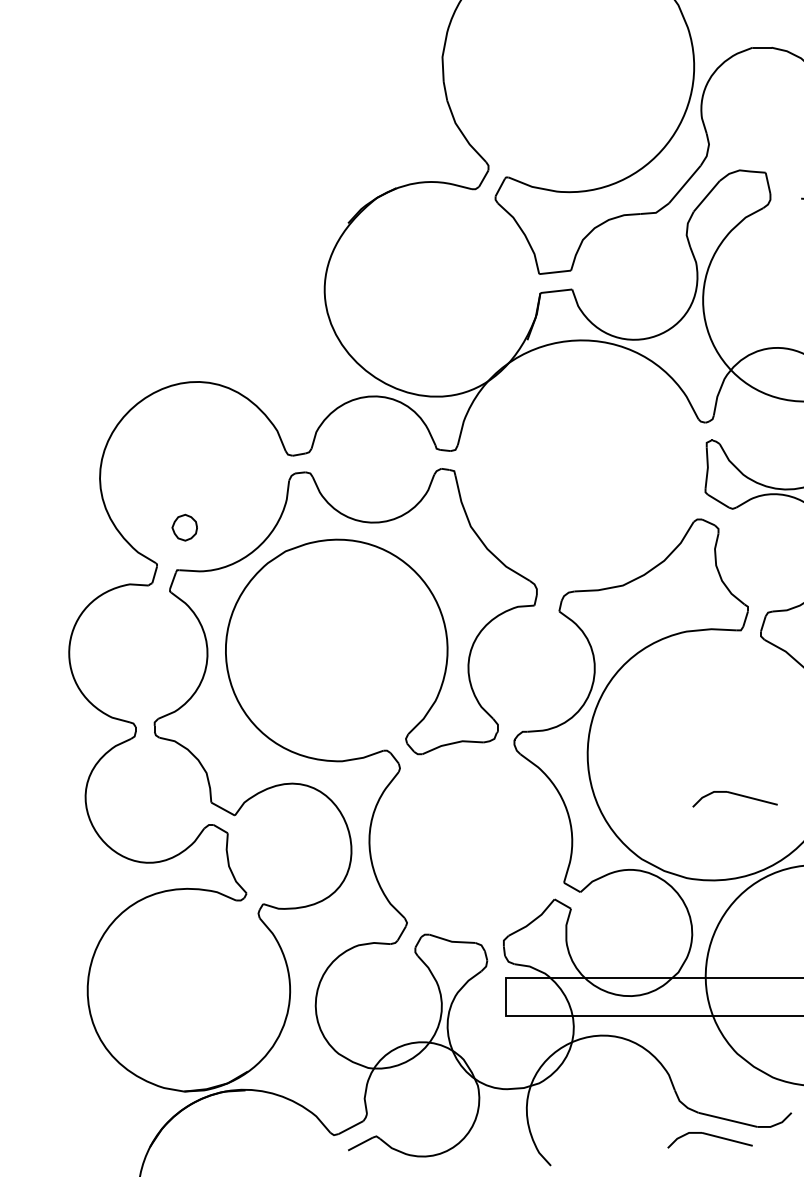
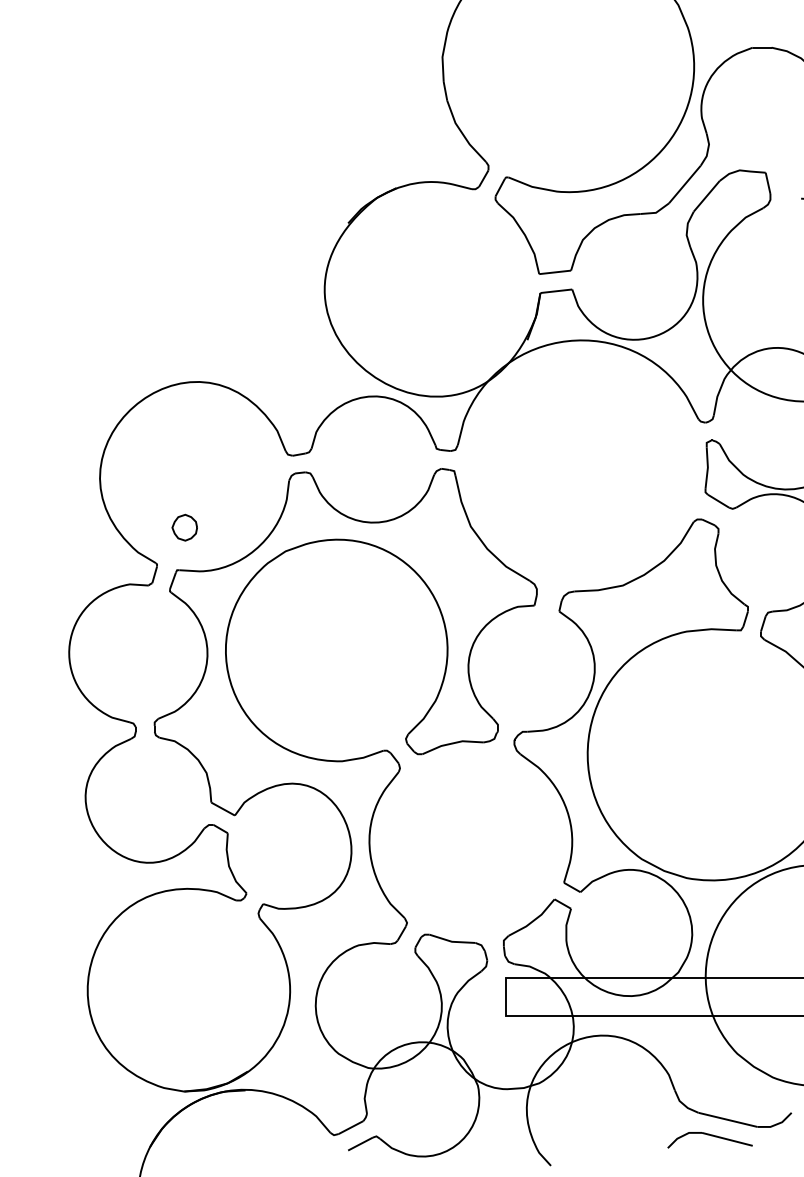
part at (734, 799): present -> none
